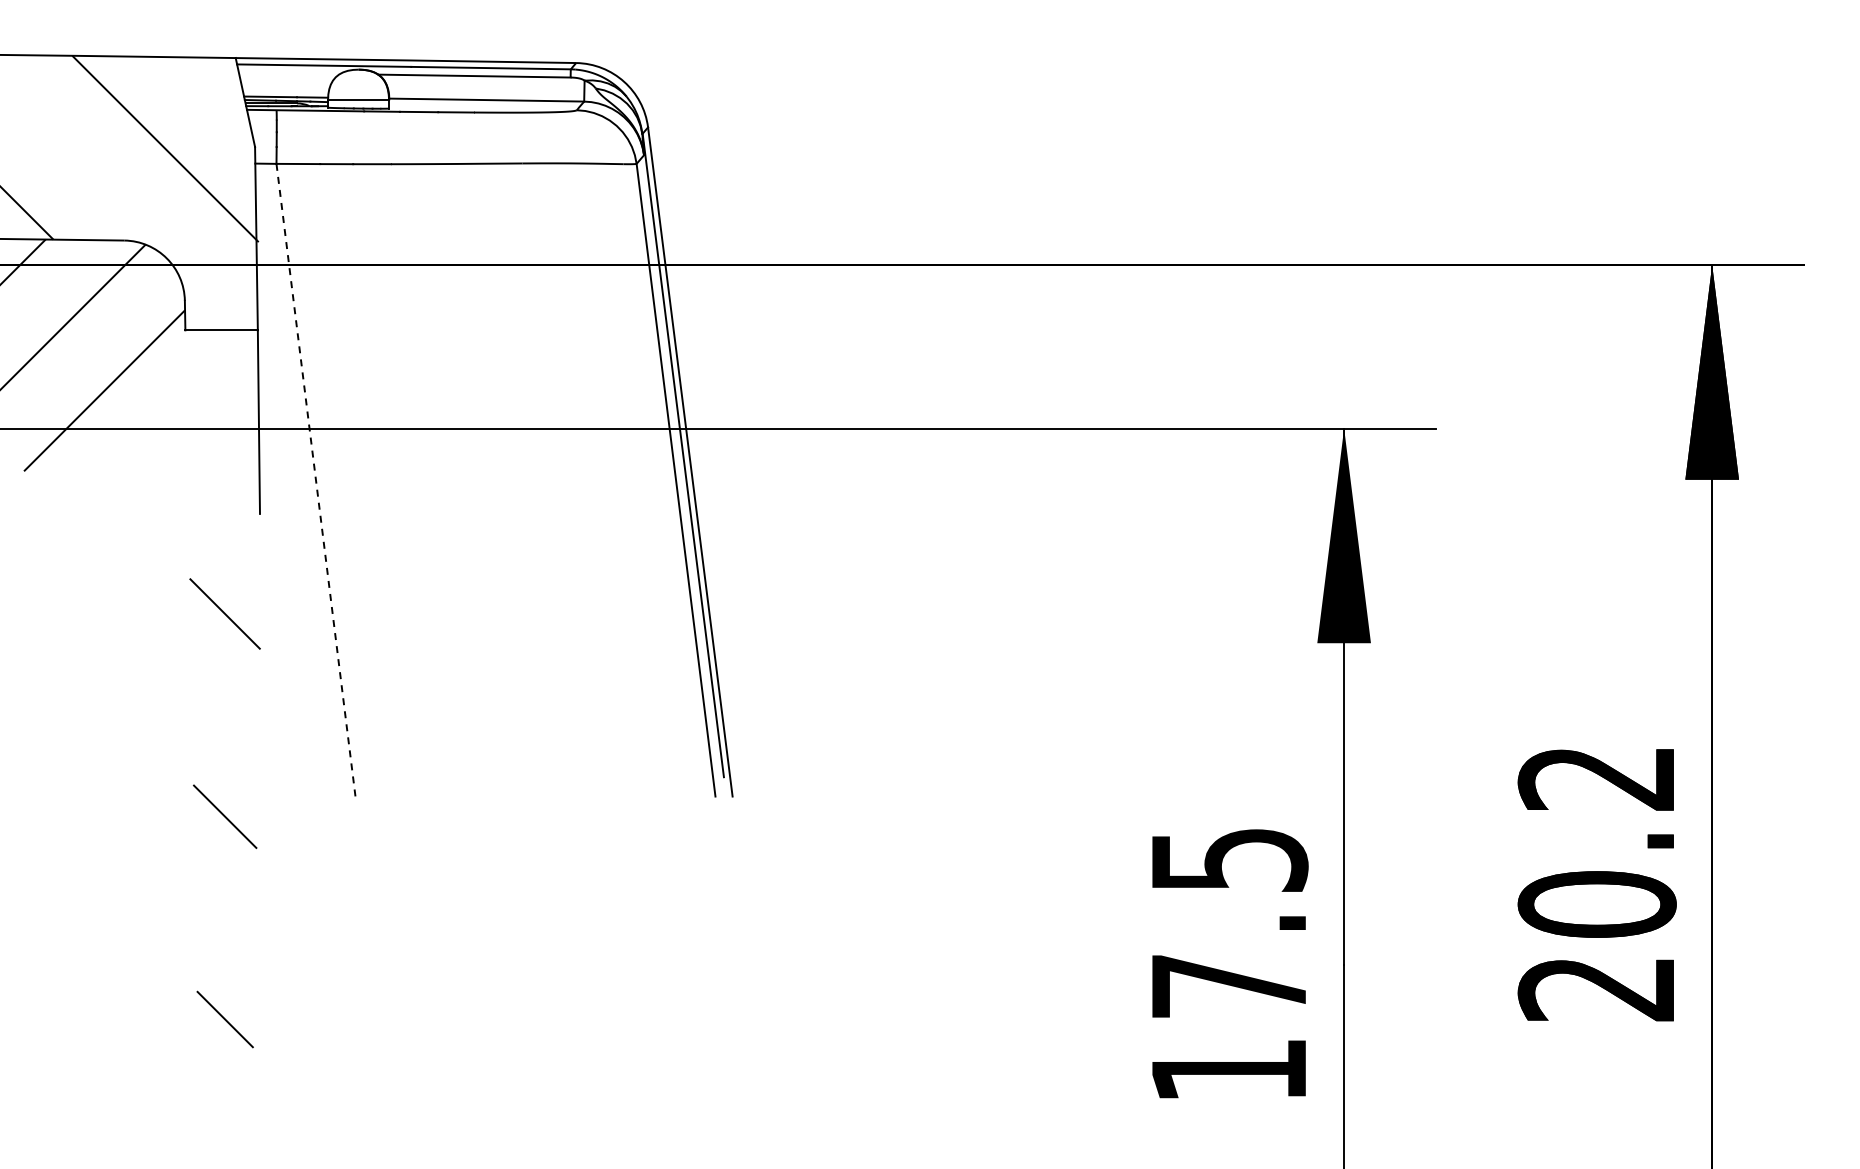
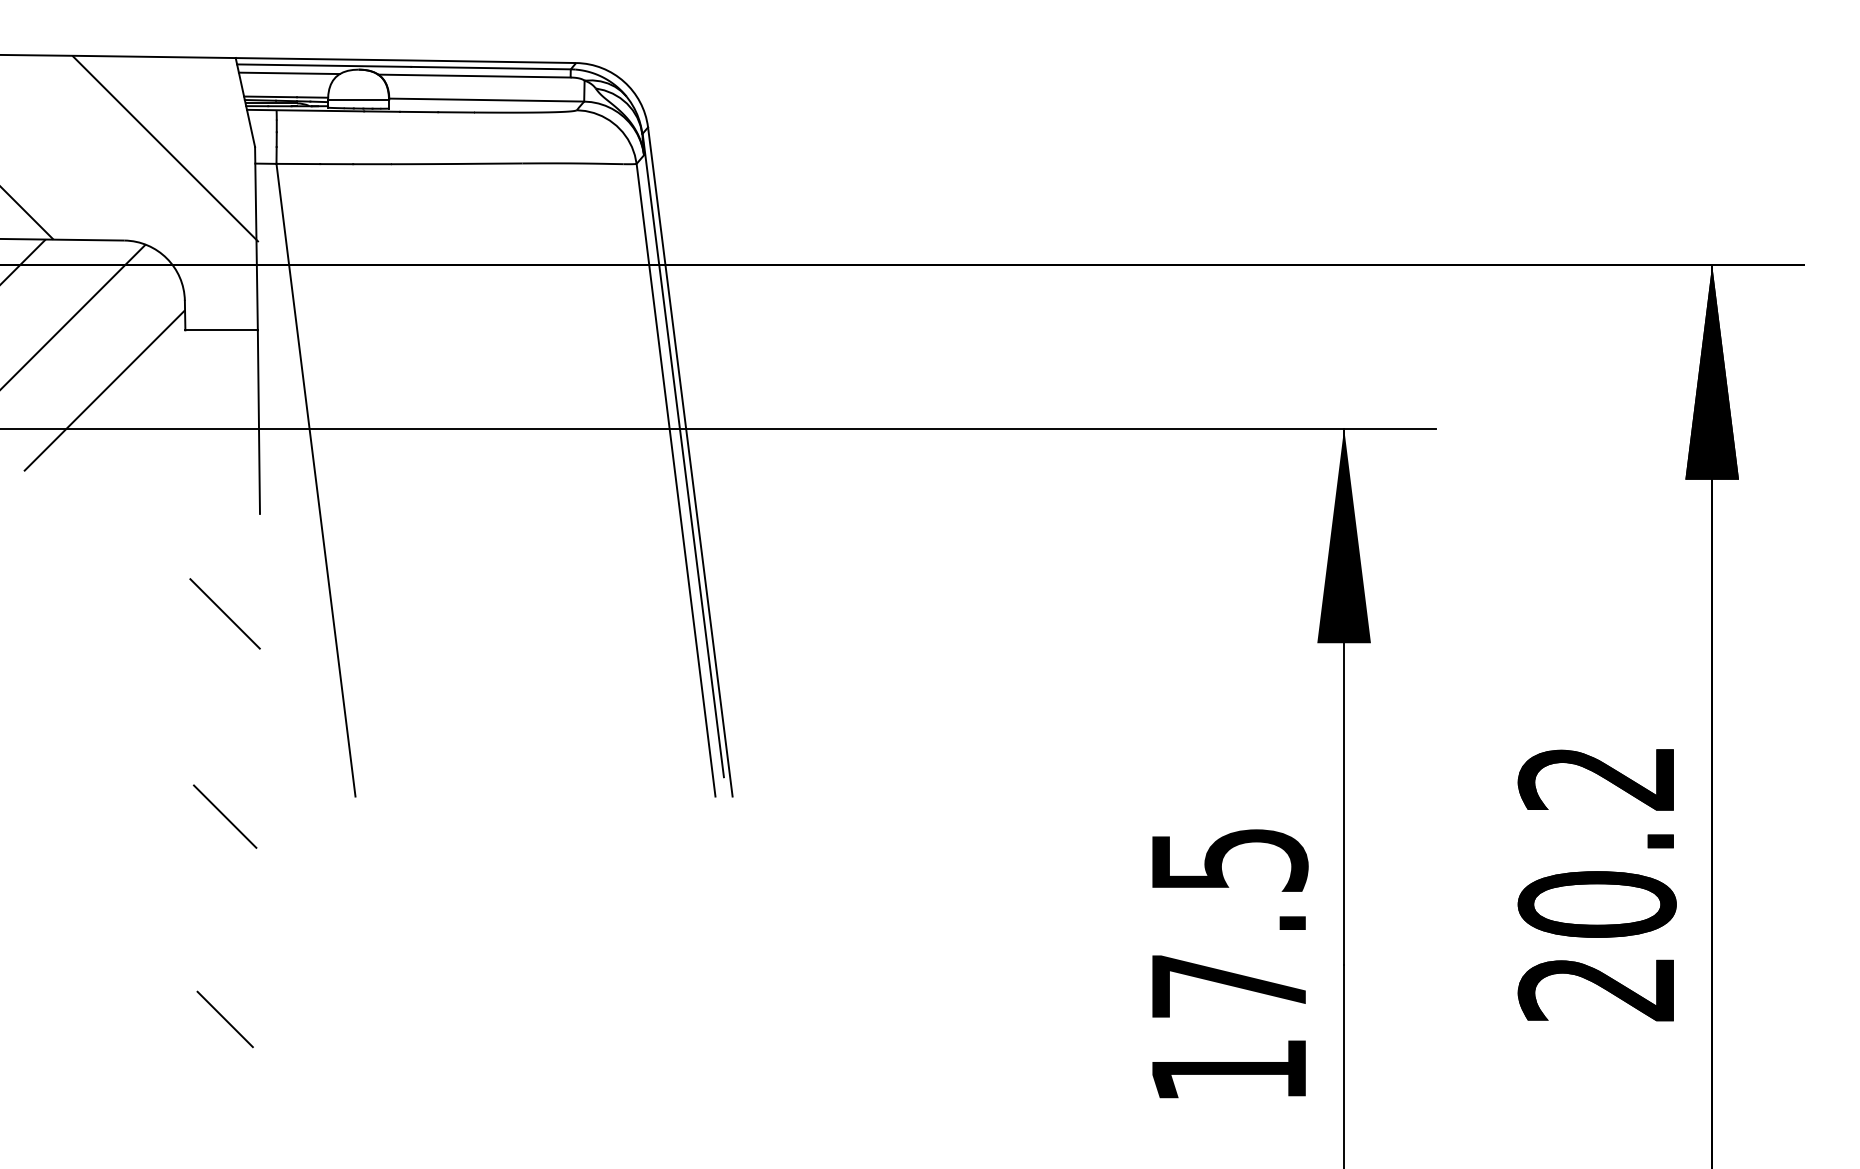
line at (289, 73): none -> present
line at (315, 480): dashed -> solid
